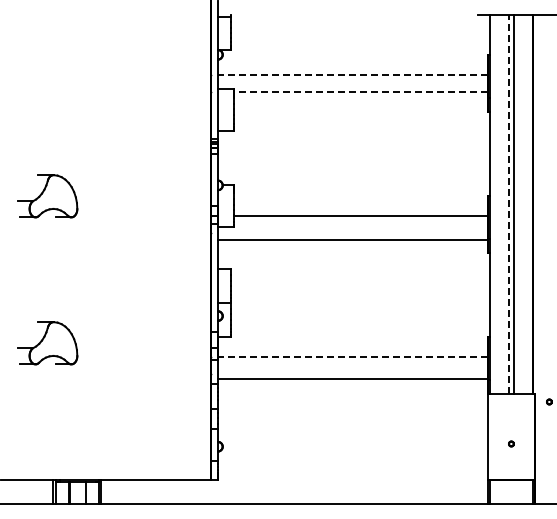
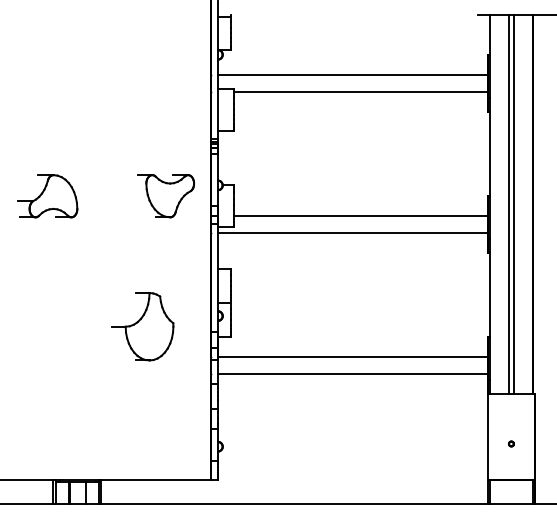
line at (352, 75): dashed -> solid
line at (360, 92): dashed -> solid
part at (165, 196): none -> present
line at (508, 204): dashed -> solid
line at (352, 239) position: (352, 239) -> (352, 232)
part at (142, 326): none -> present
part at (47, 343): present -> none
line at (352, 356): dashed -> solid
line at (352, 378) position: (352, 378) -> (352, 373)
part at (549, 401): present -> none
